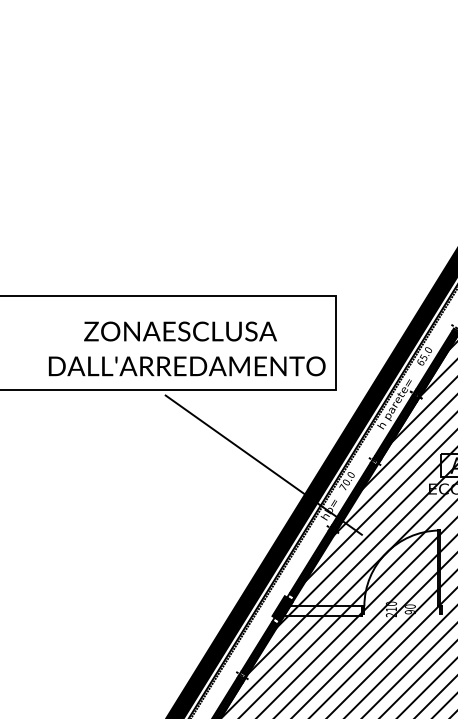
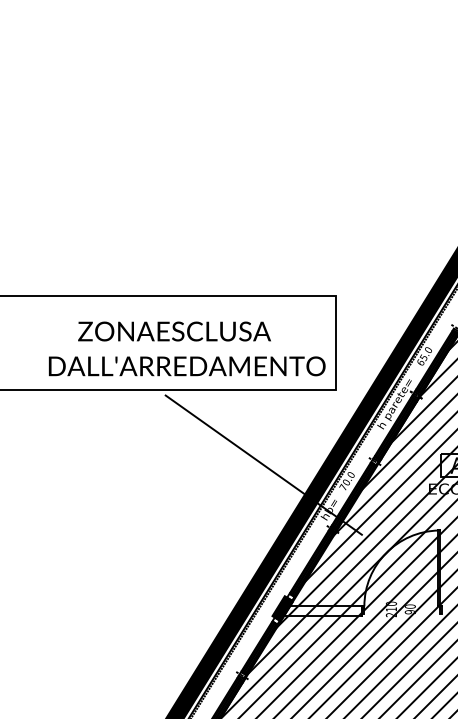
text at (180, 331) position: (180, 331) -> (174, 331)
